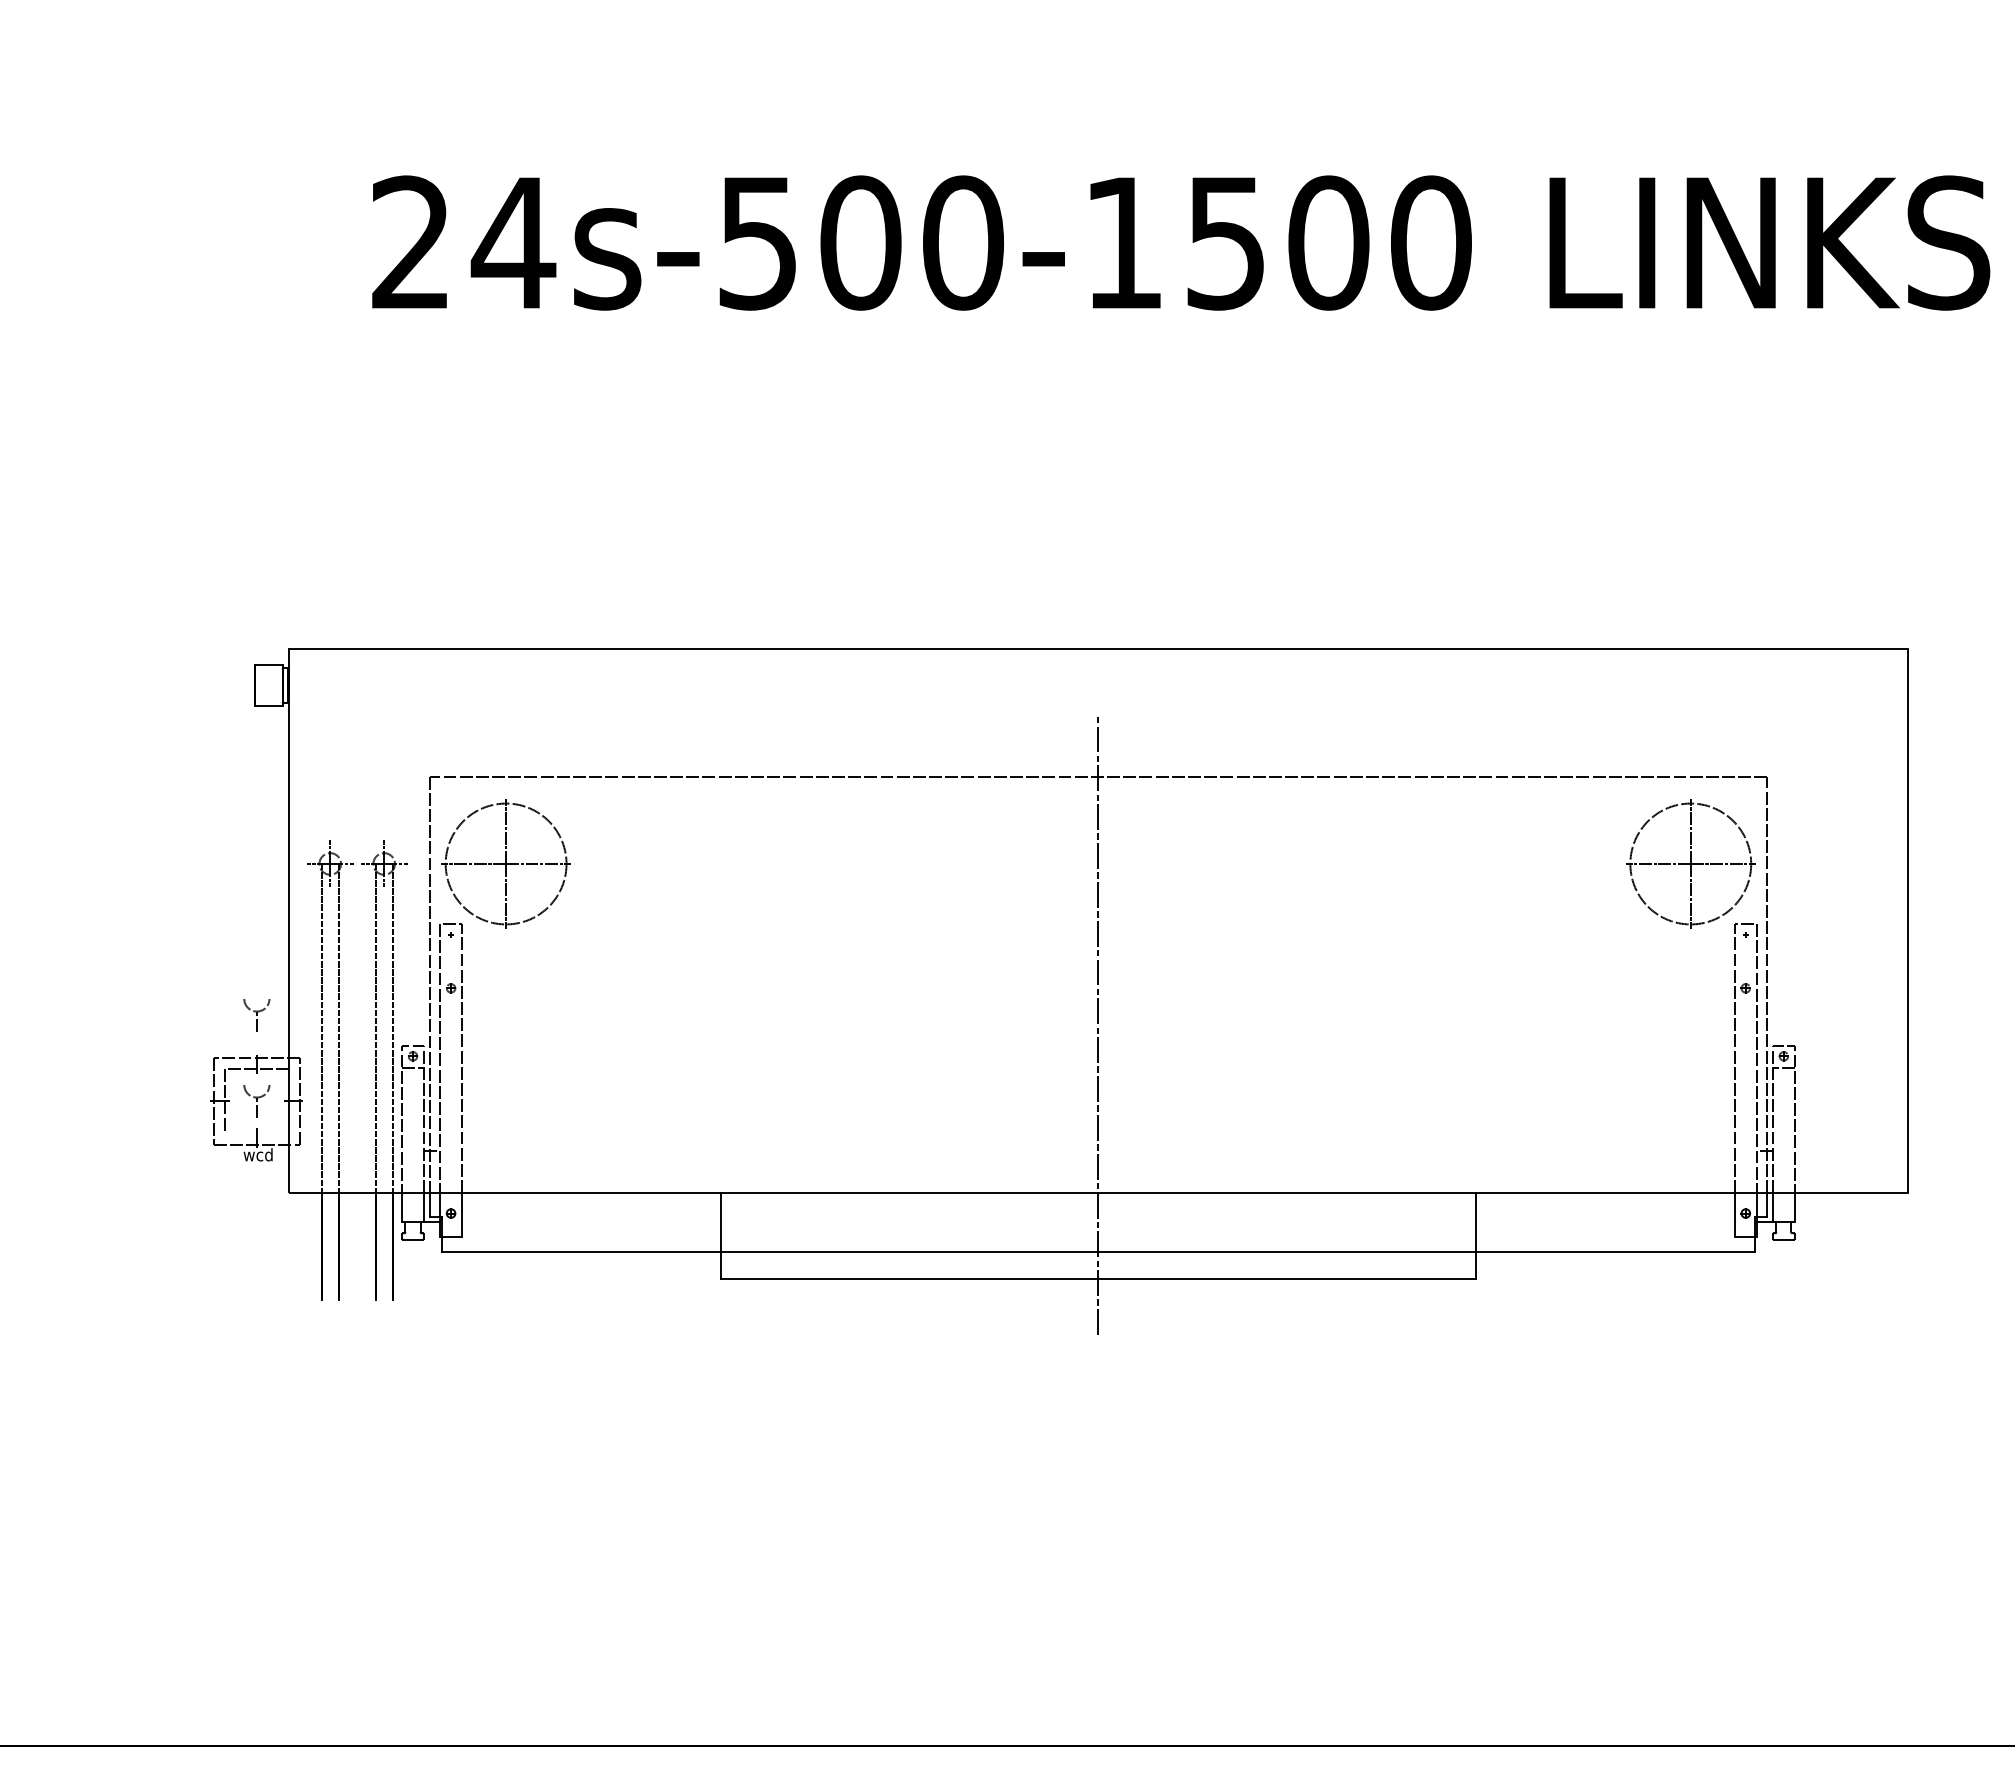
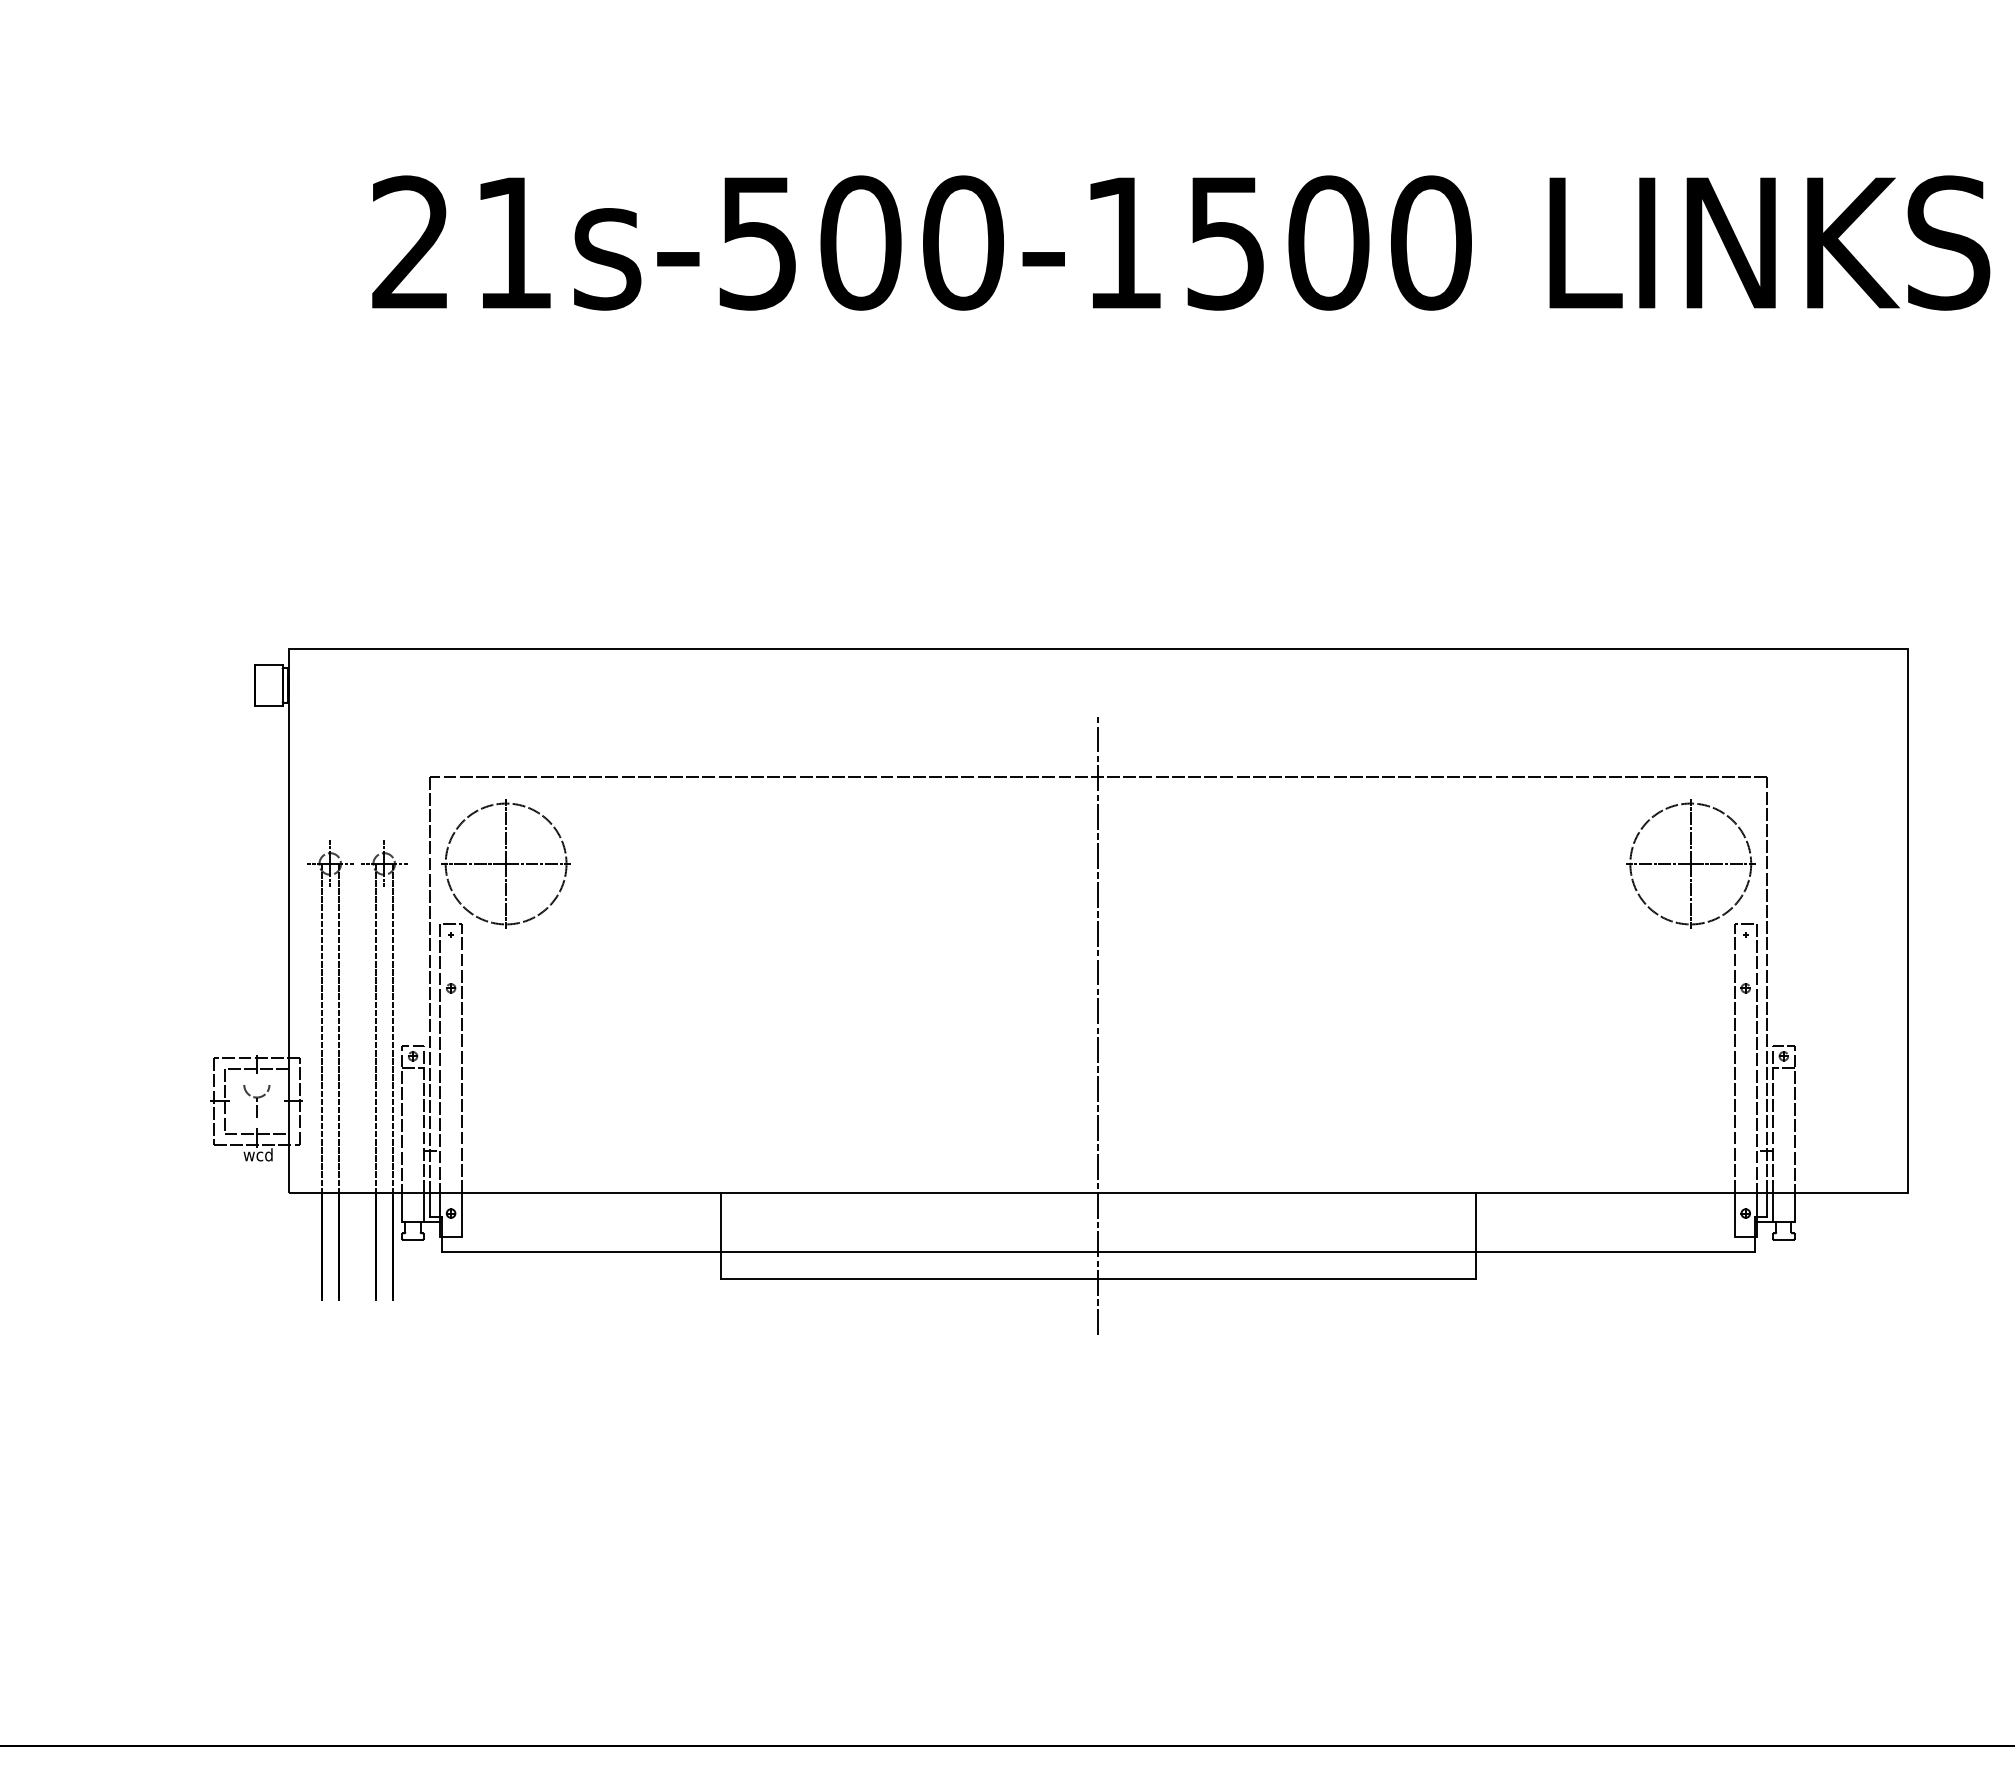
text at (513, 242): 24s-500-1500 -> 21s-500-1500
part at (256, 1015): present -> none
line at (256, 1133): none -> present
